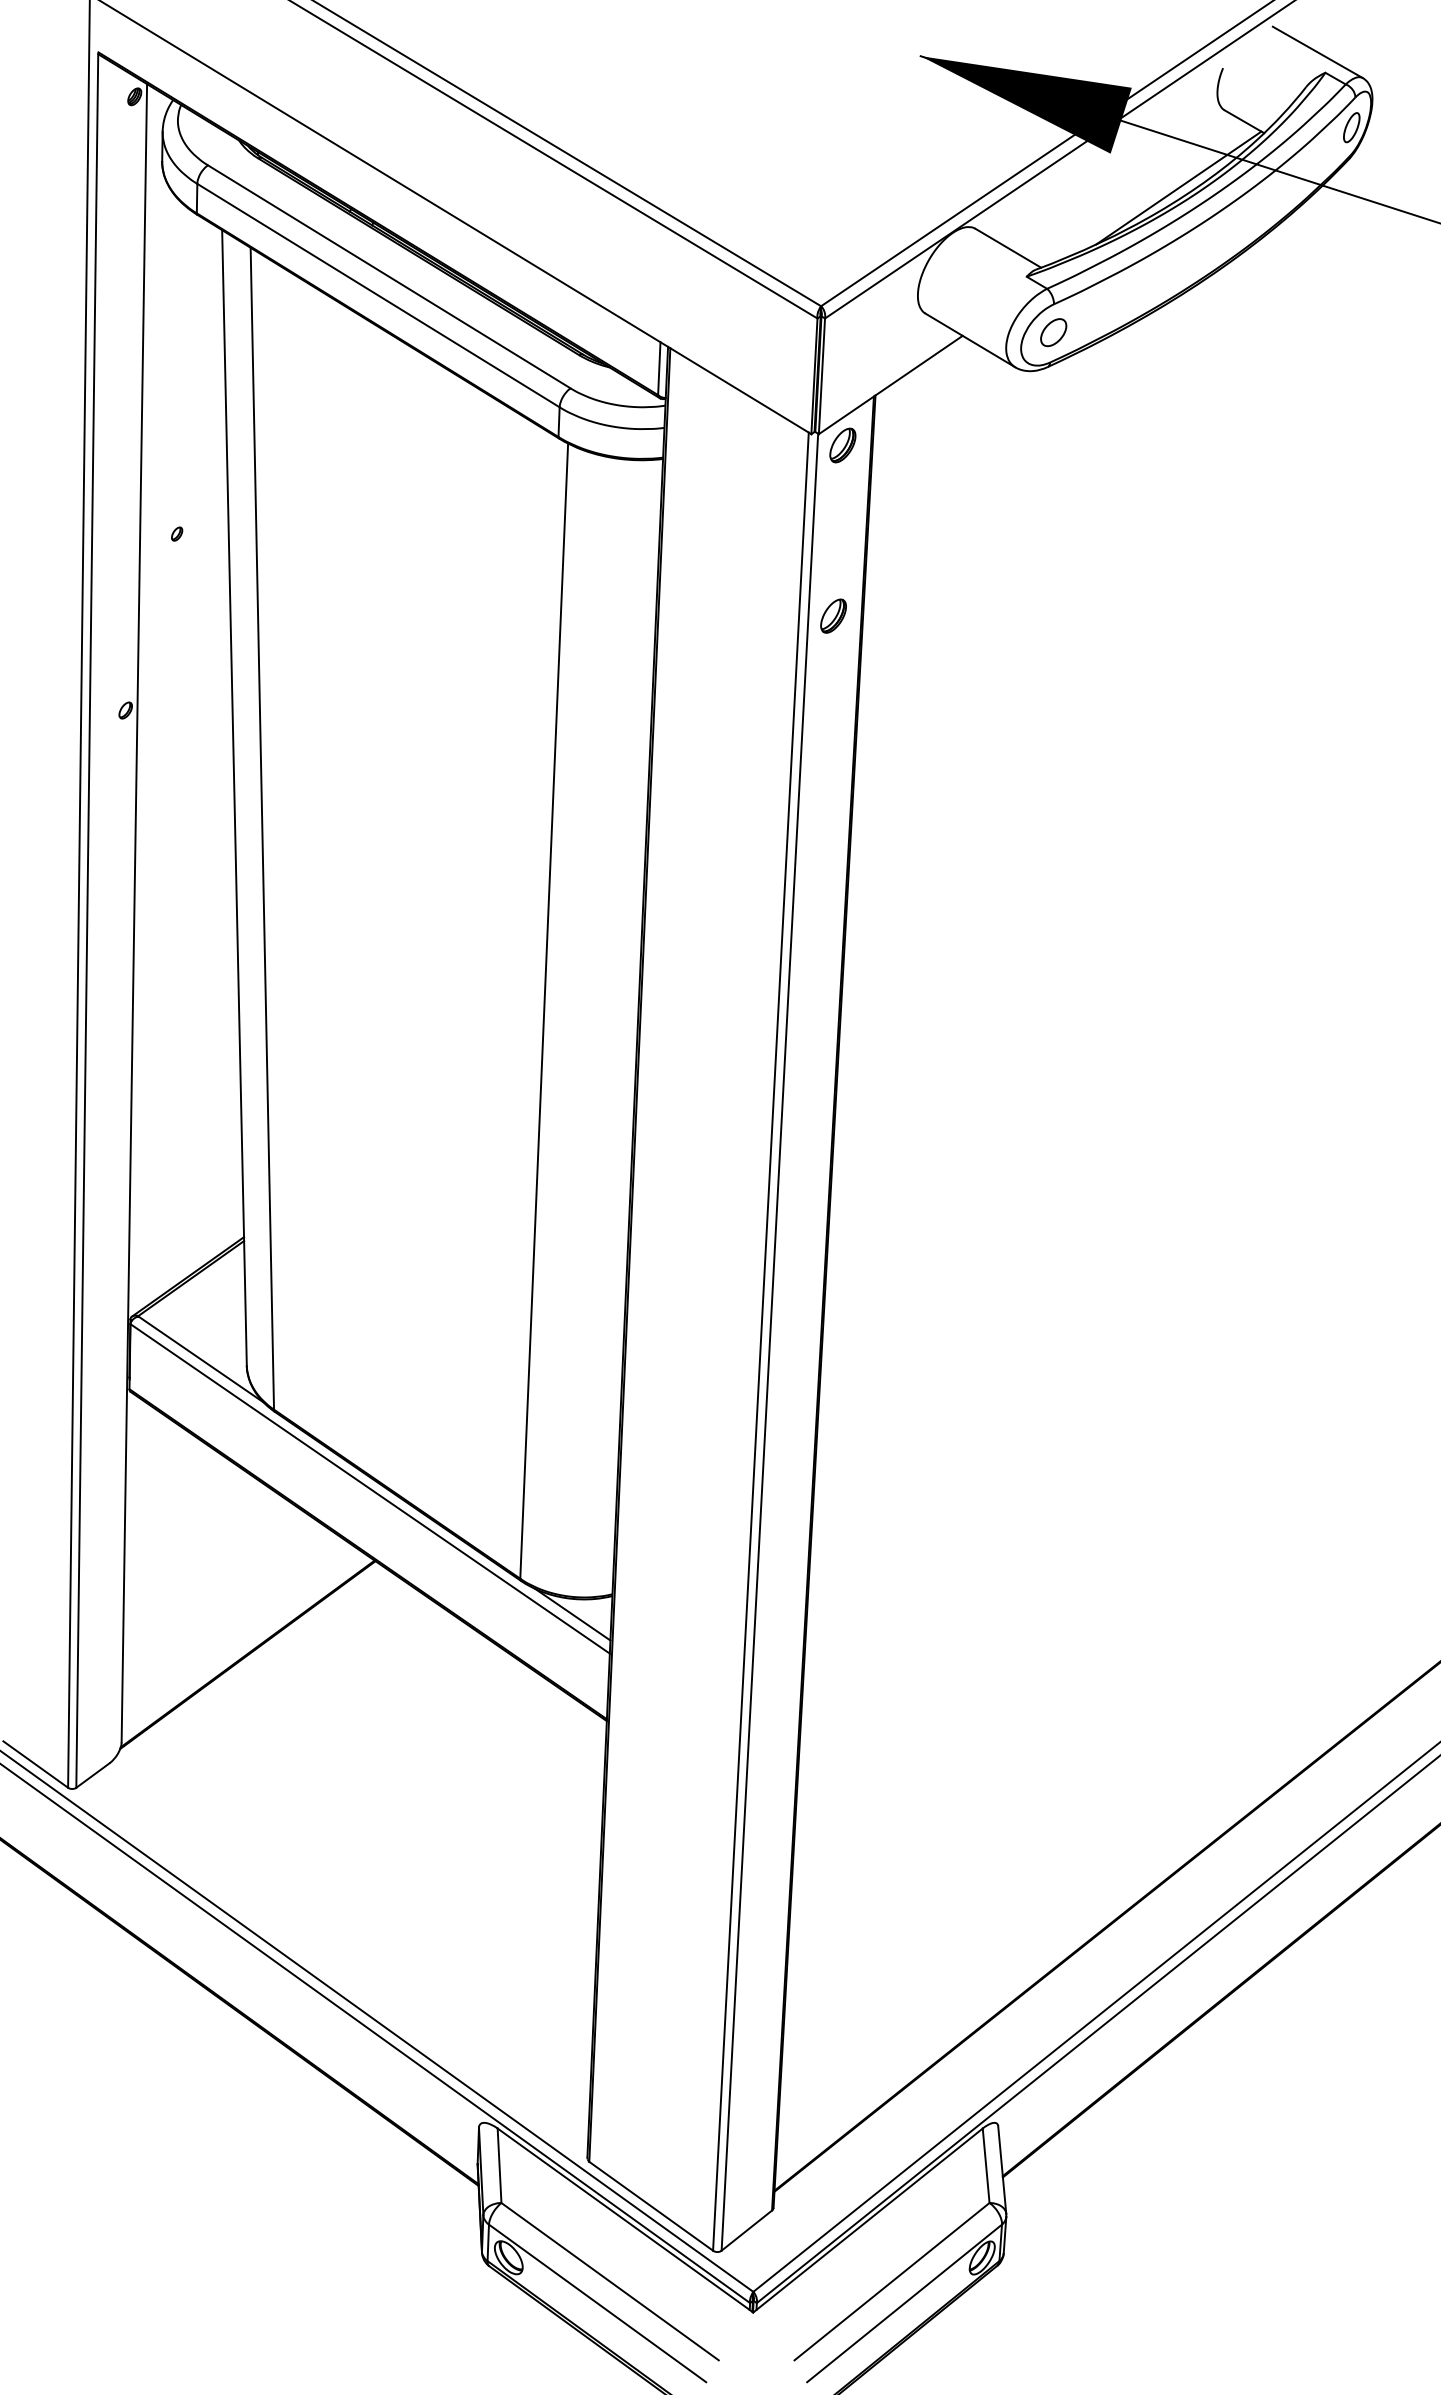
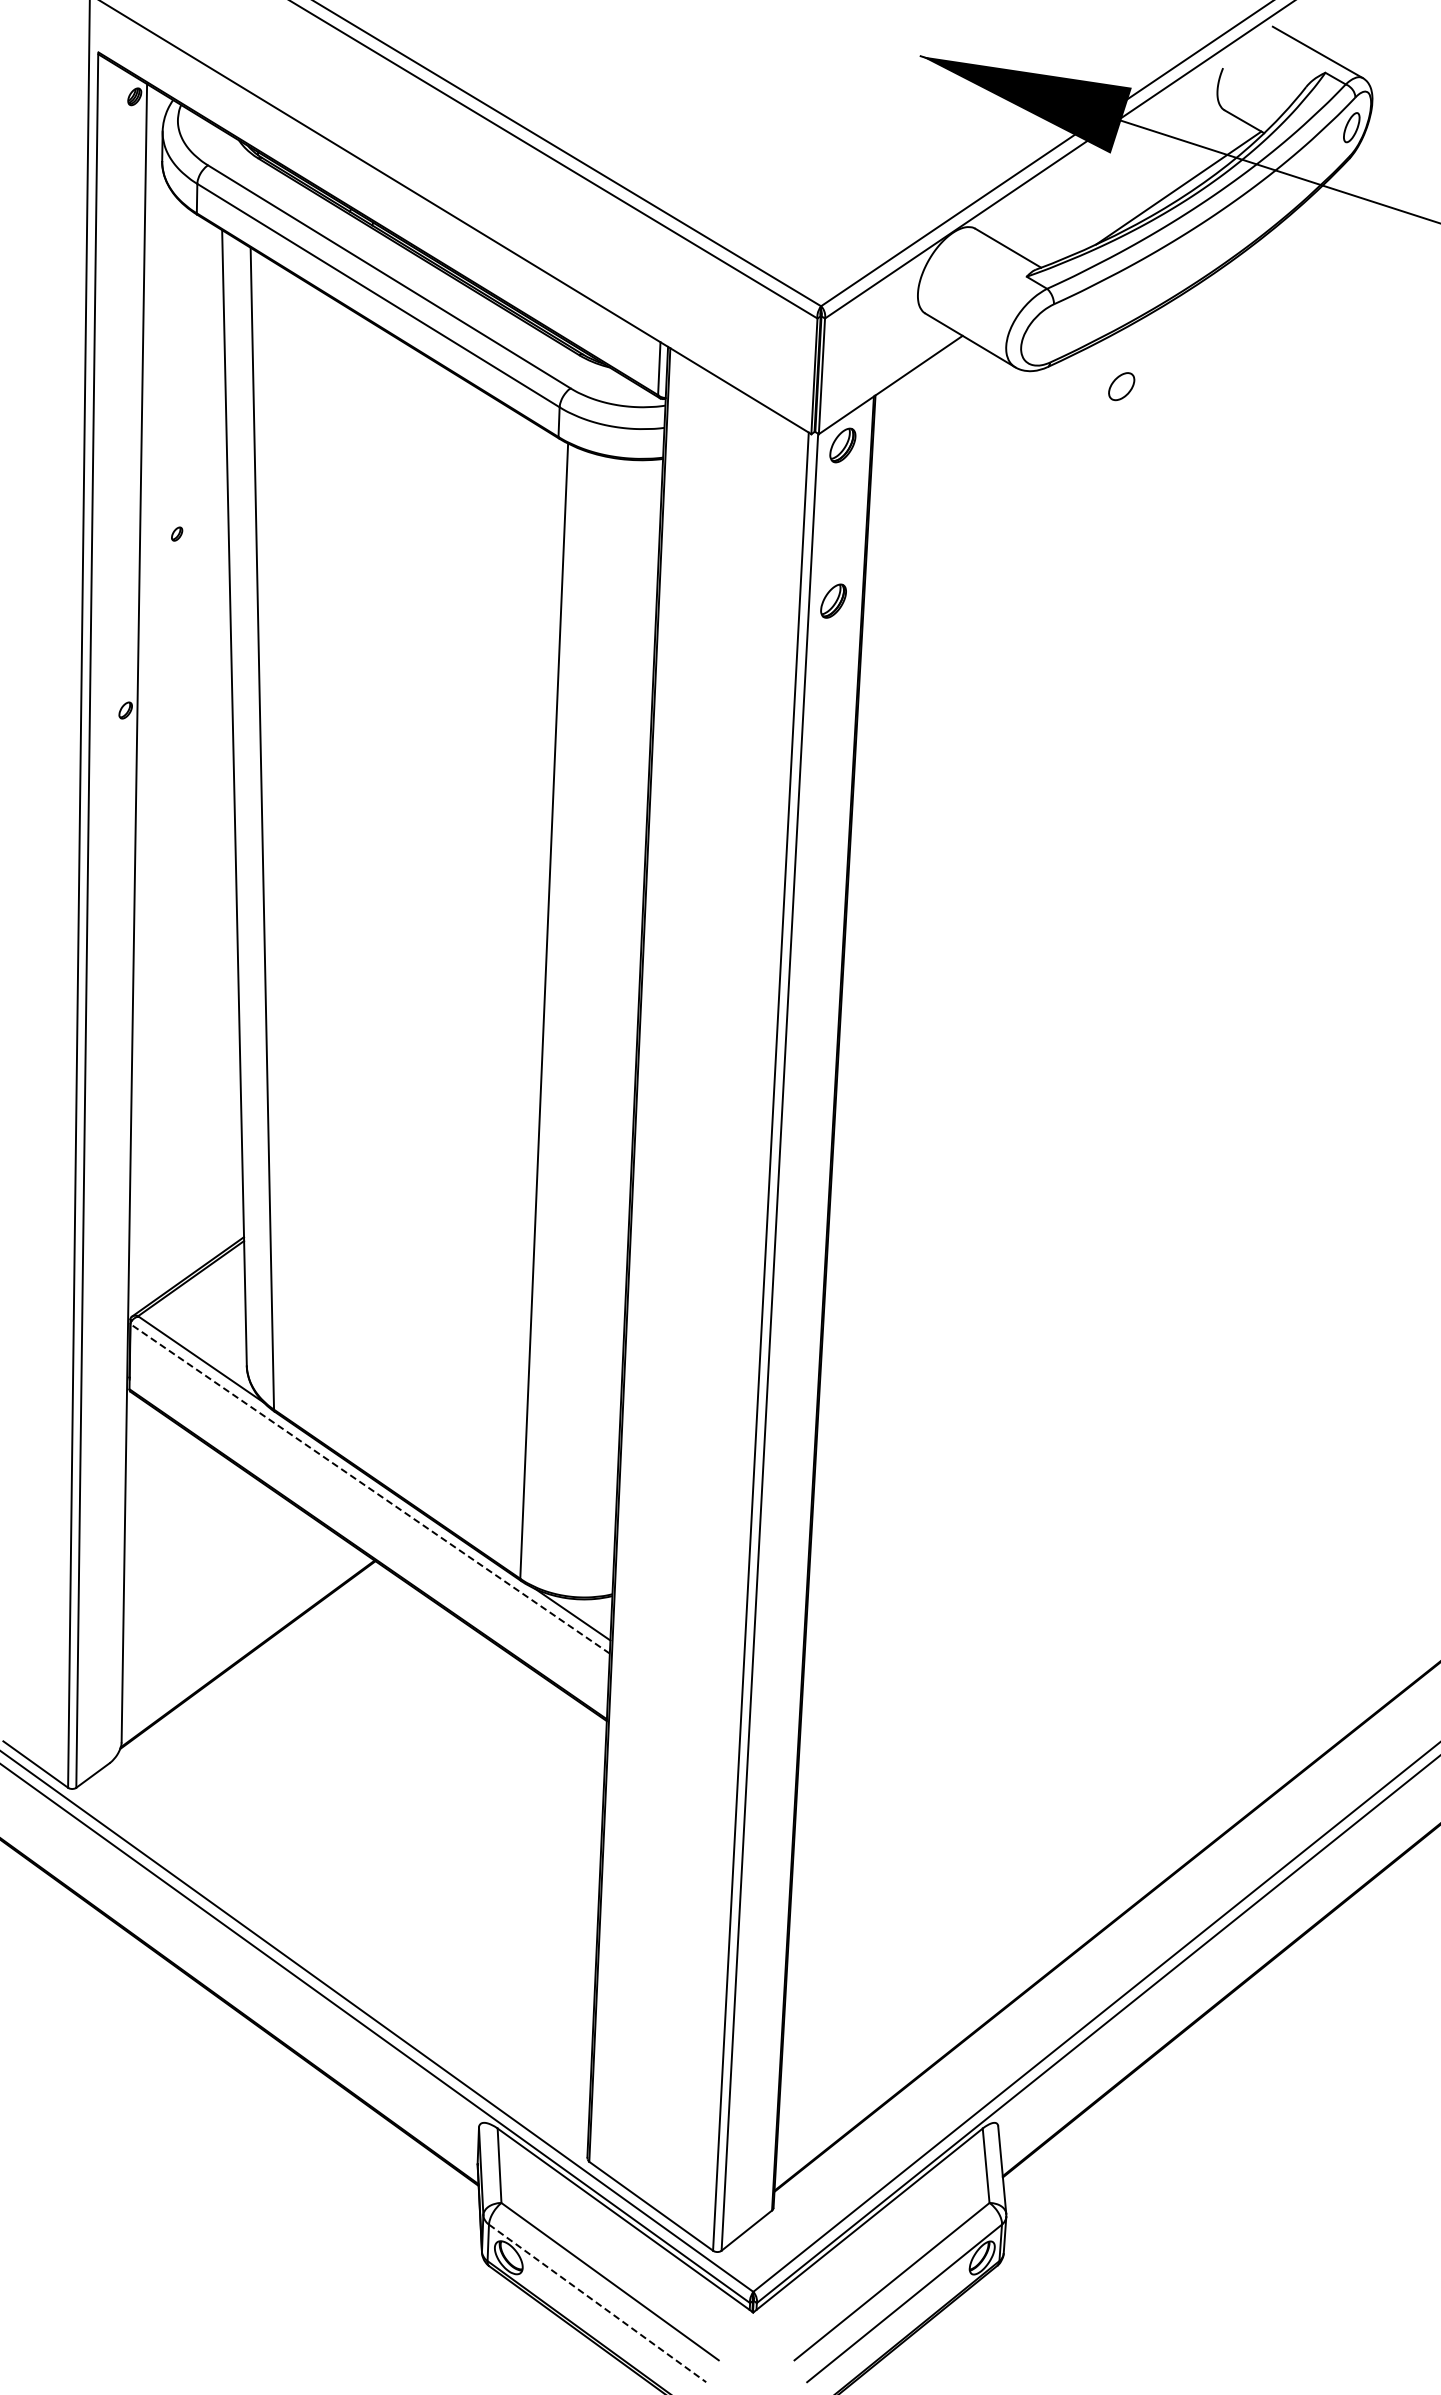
part at (1053, 332) position: (1053, 332) -> (1121, 386)
part at (833, 615) position: (833, 615) -> (833, 600)
line at (370, 1488): solid -> dashed
line at (598, 2303): solid -> dashed
